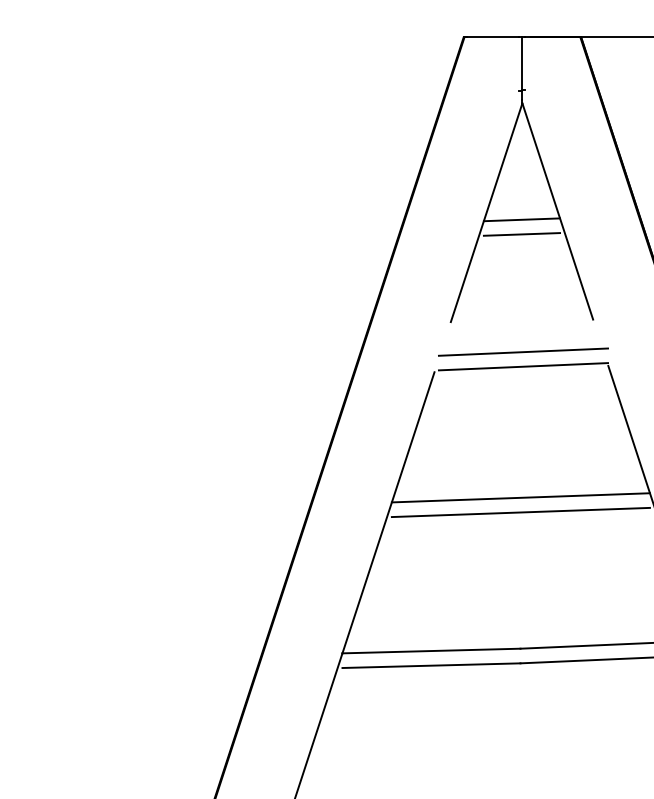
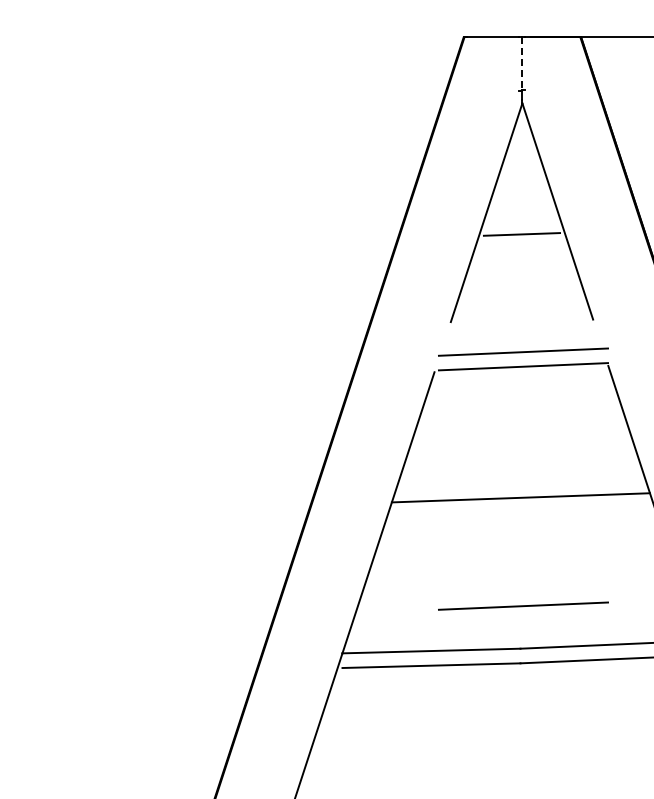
line at (522, 63): solid -> dashed
line at (521, 219): present -> none
line at (520, 512): present -> none
line at (523, 605): none -> present
